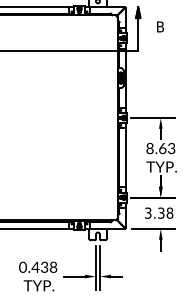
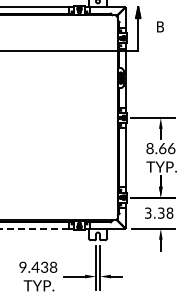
text at (171, 148): 8.63 -> 8.66
line at (34, 228): solid -> dashed
text at (22, 267): 0.438 -> 9.438
